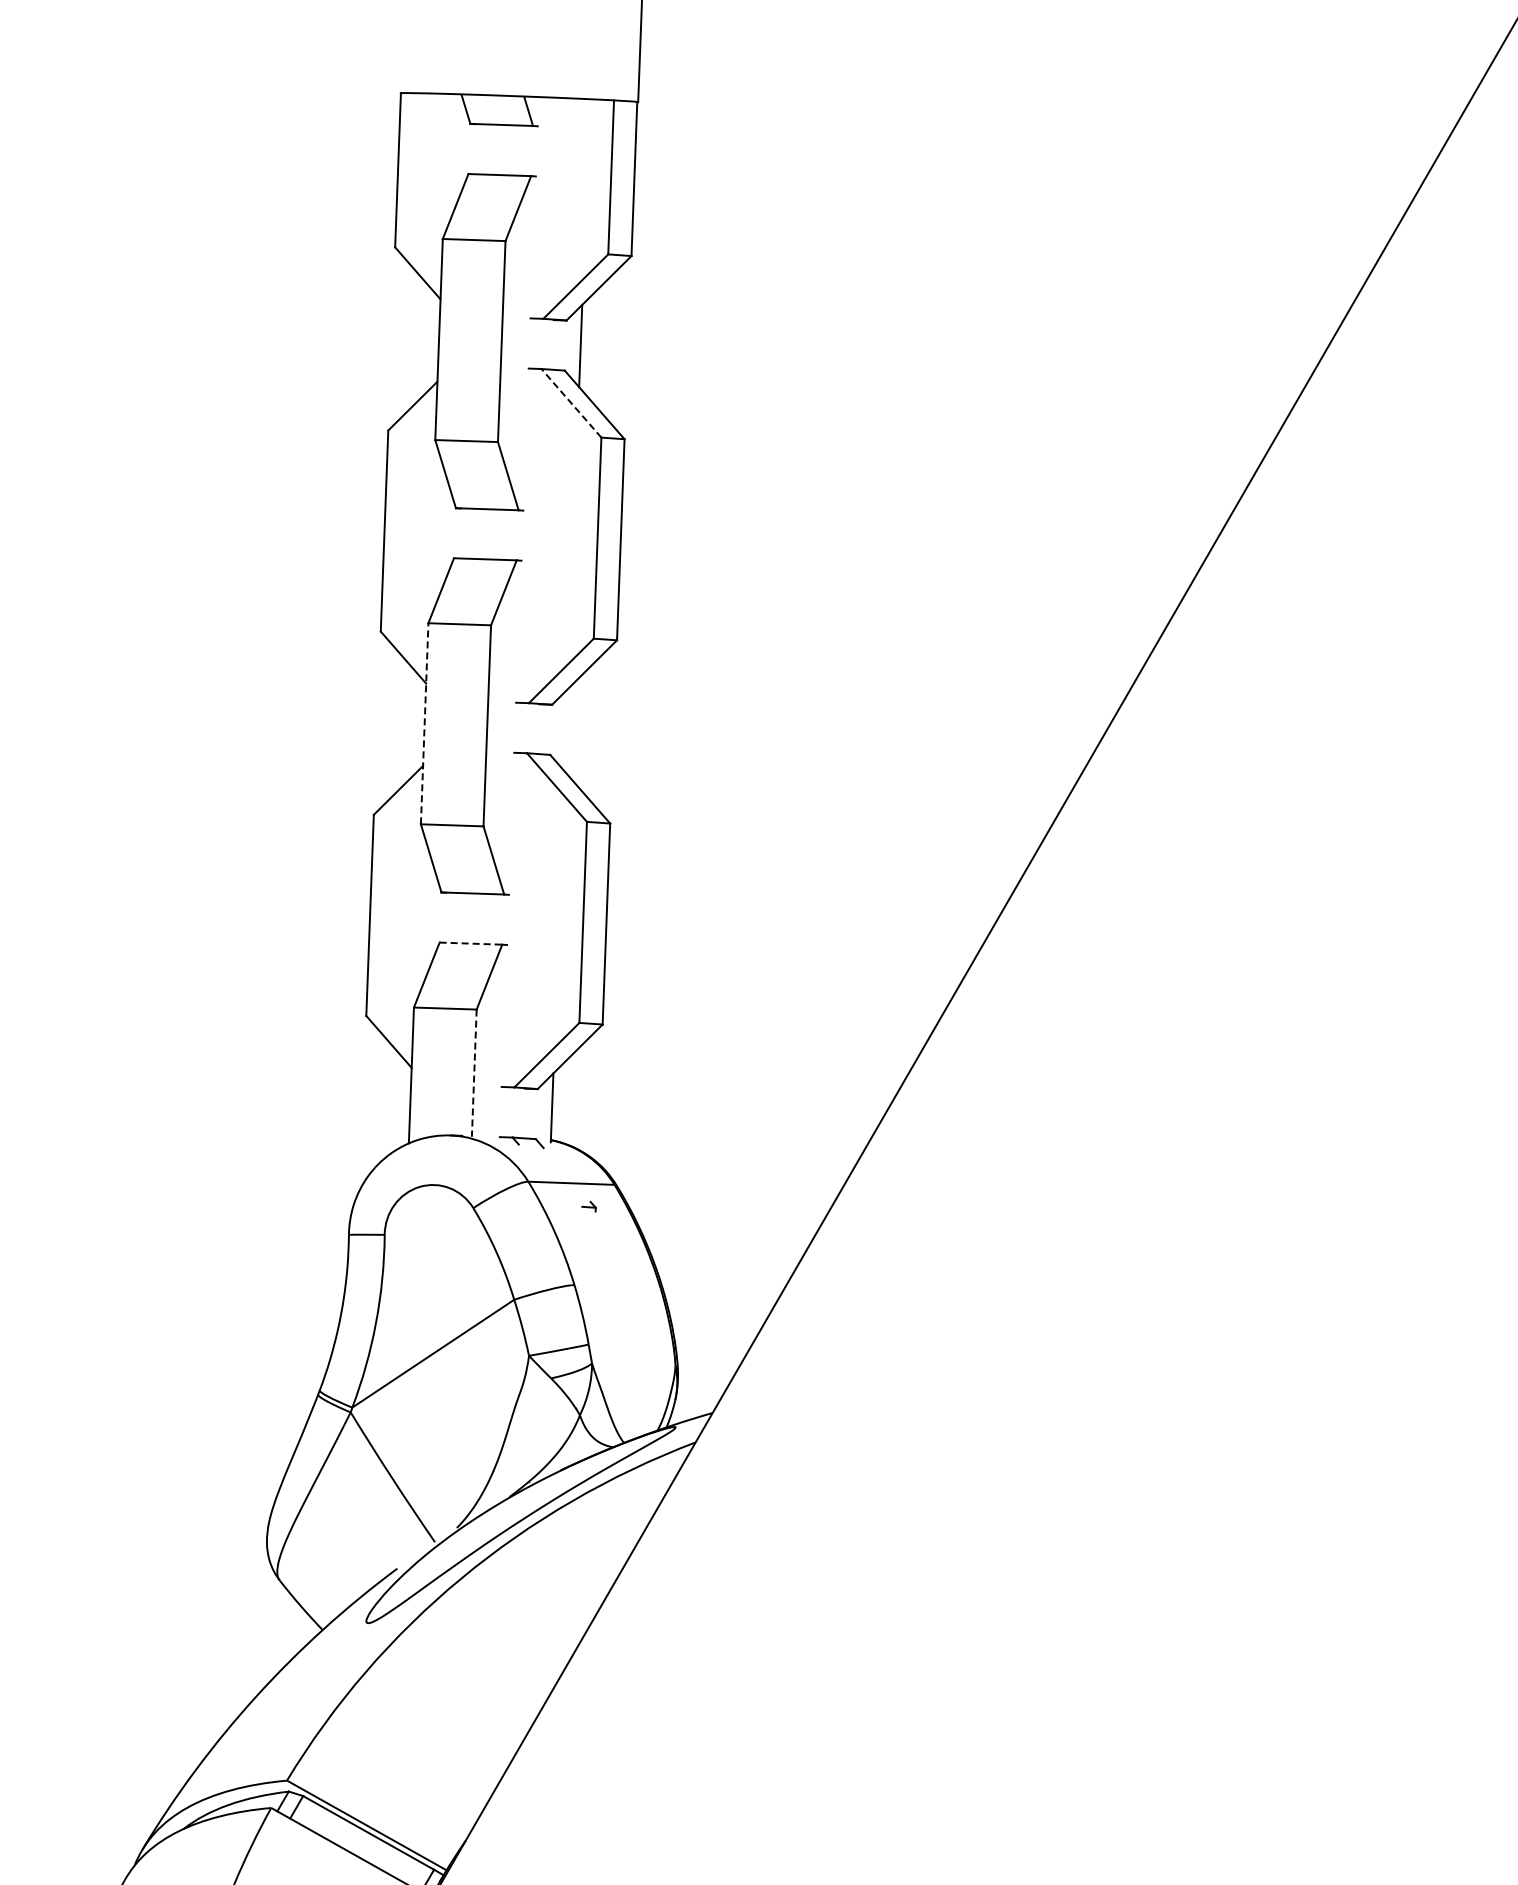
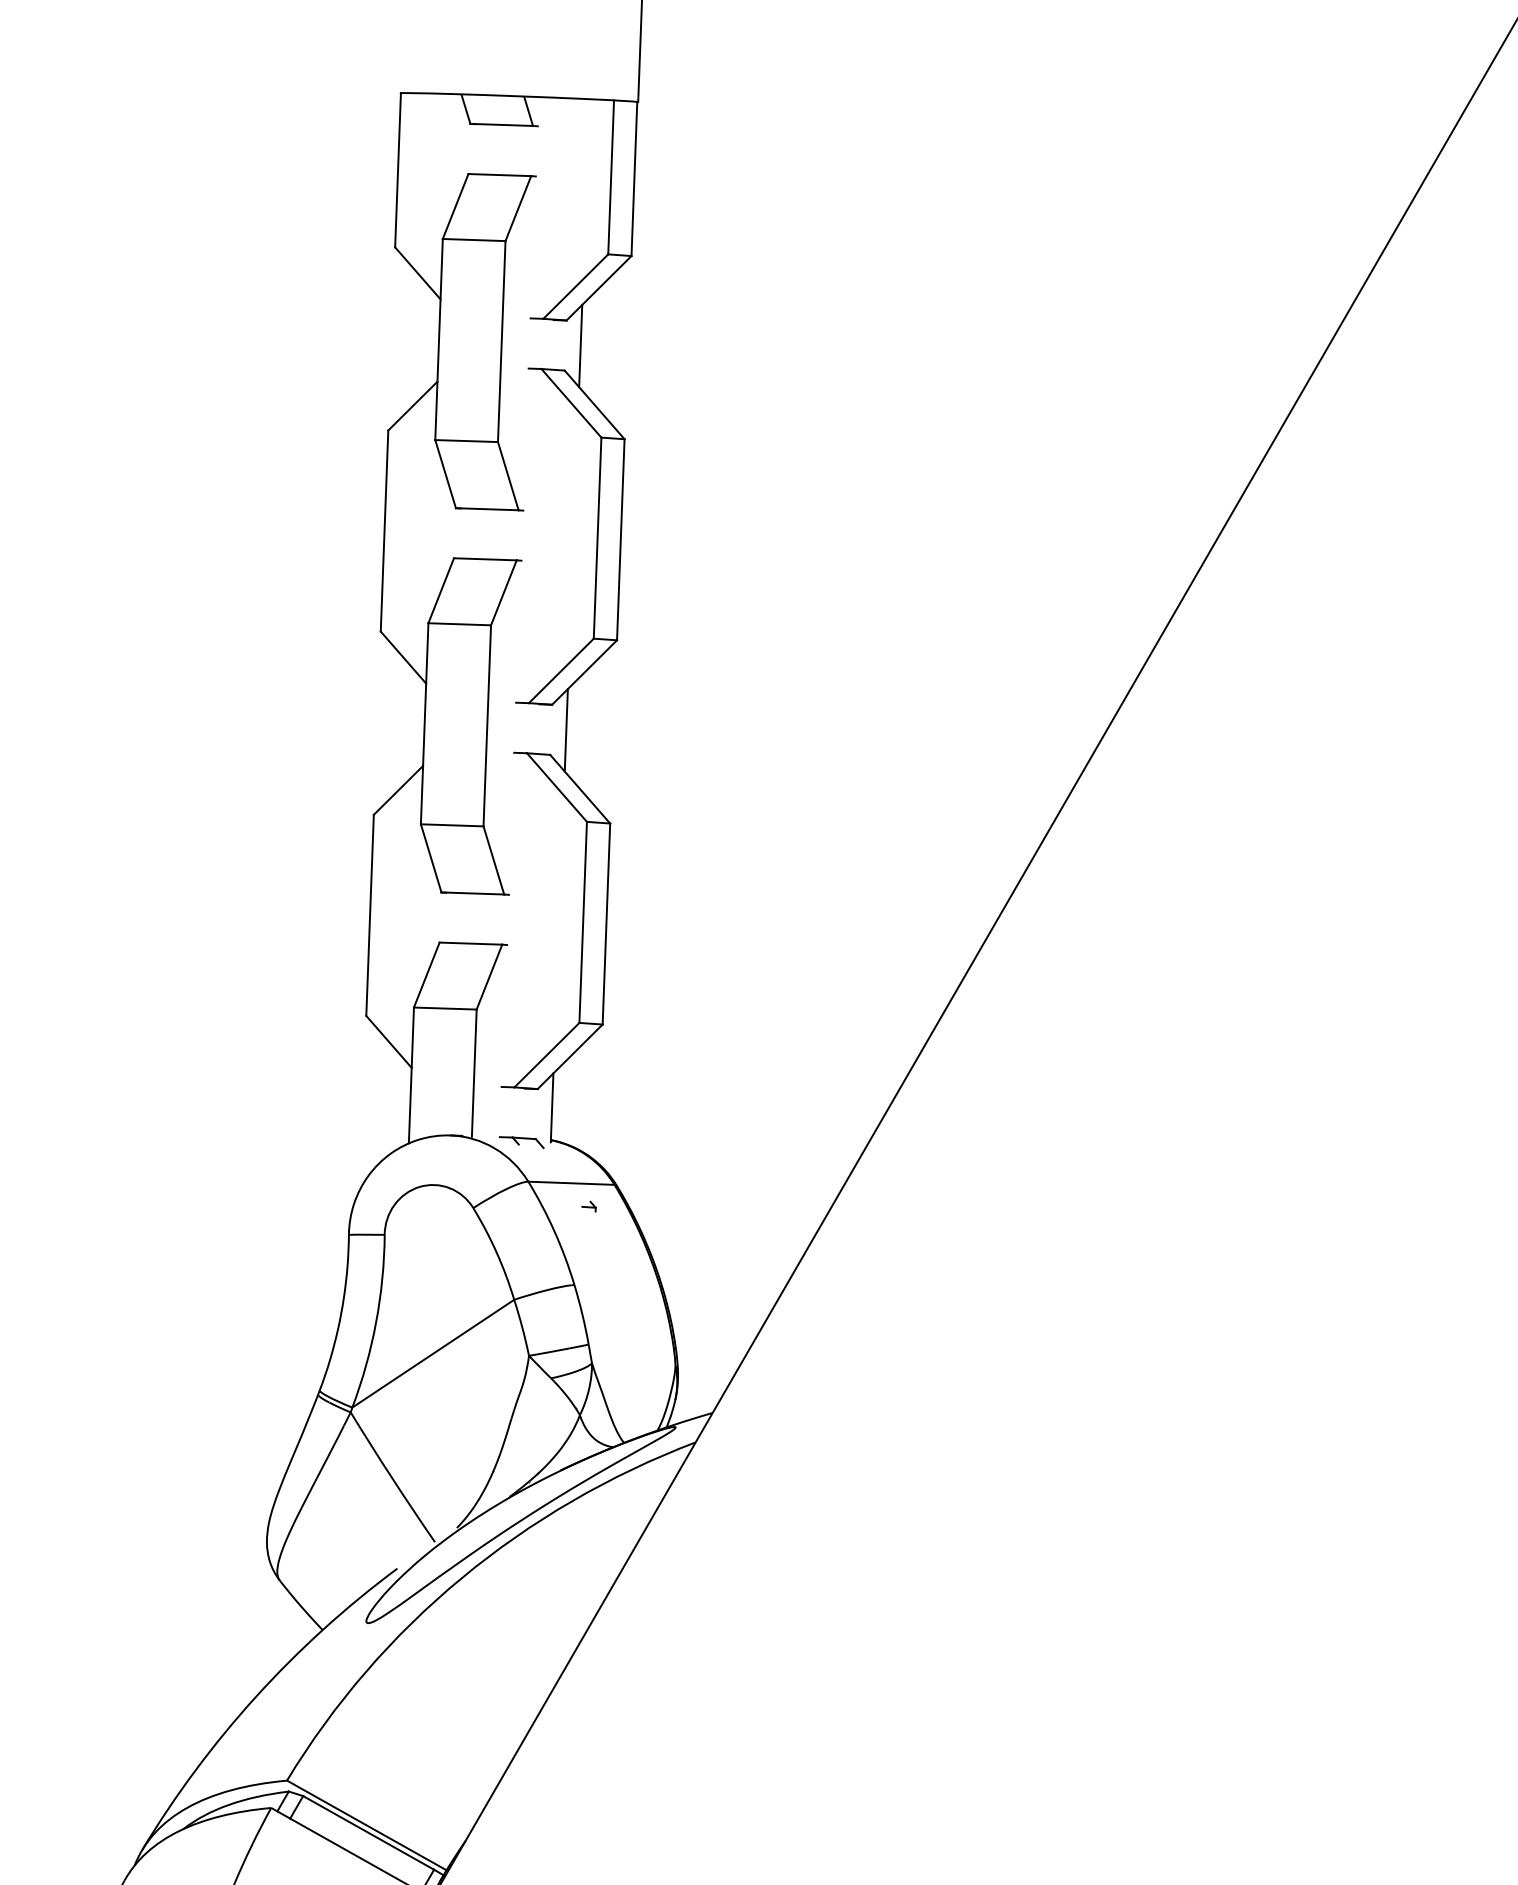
line at (571, 403): dashed -> solid
line at (424, 723): dashed -> solid
line at (565, 730): none -> present
line at (471, 943): dashed -> solid
line at (474, 1073): dashed -> solid
